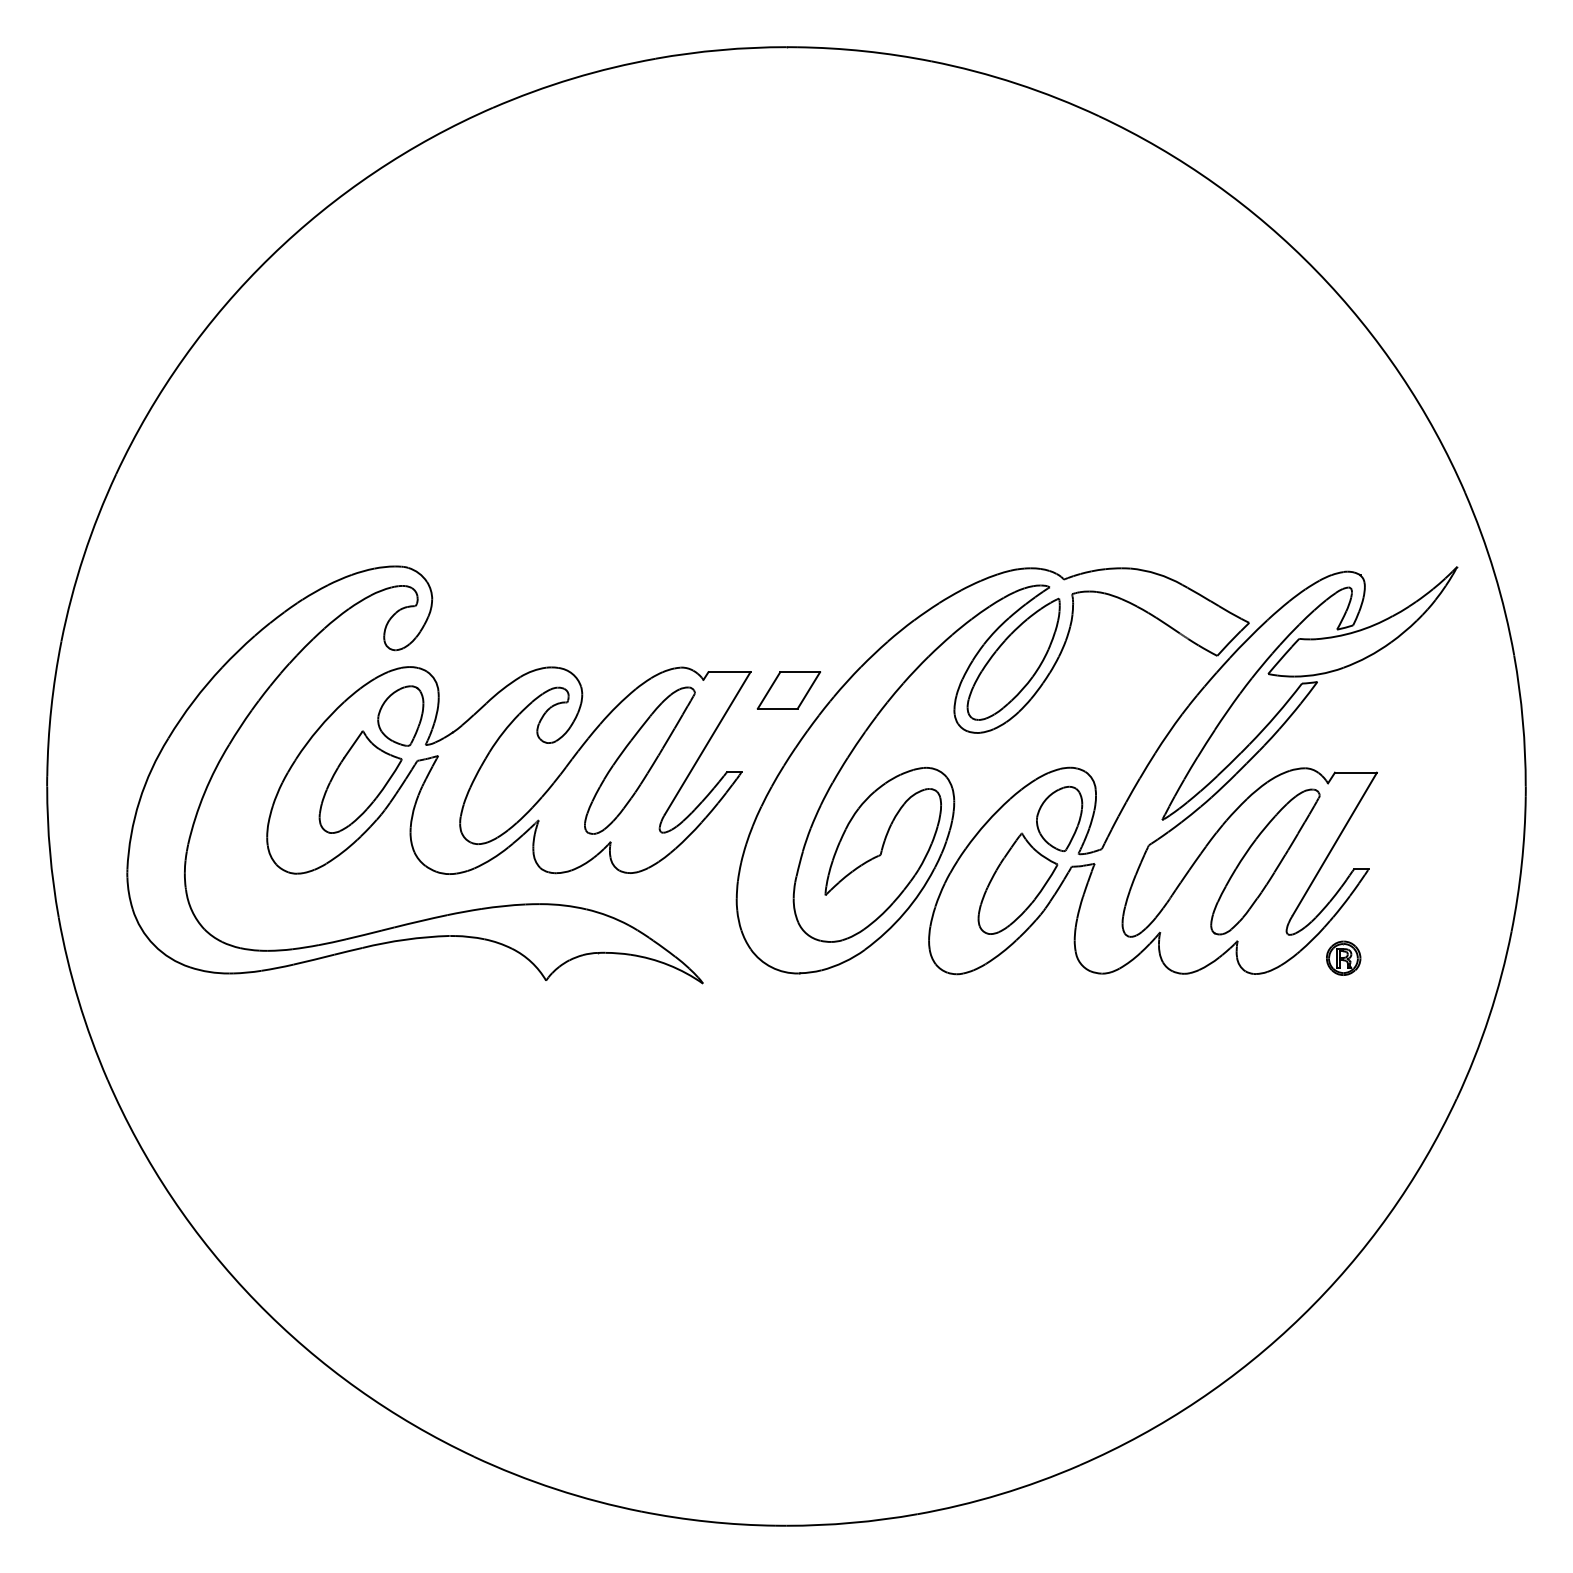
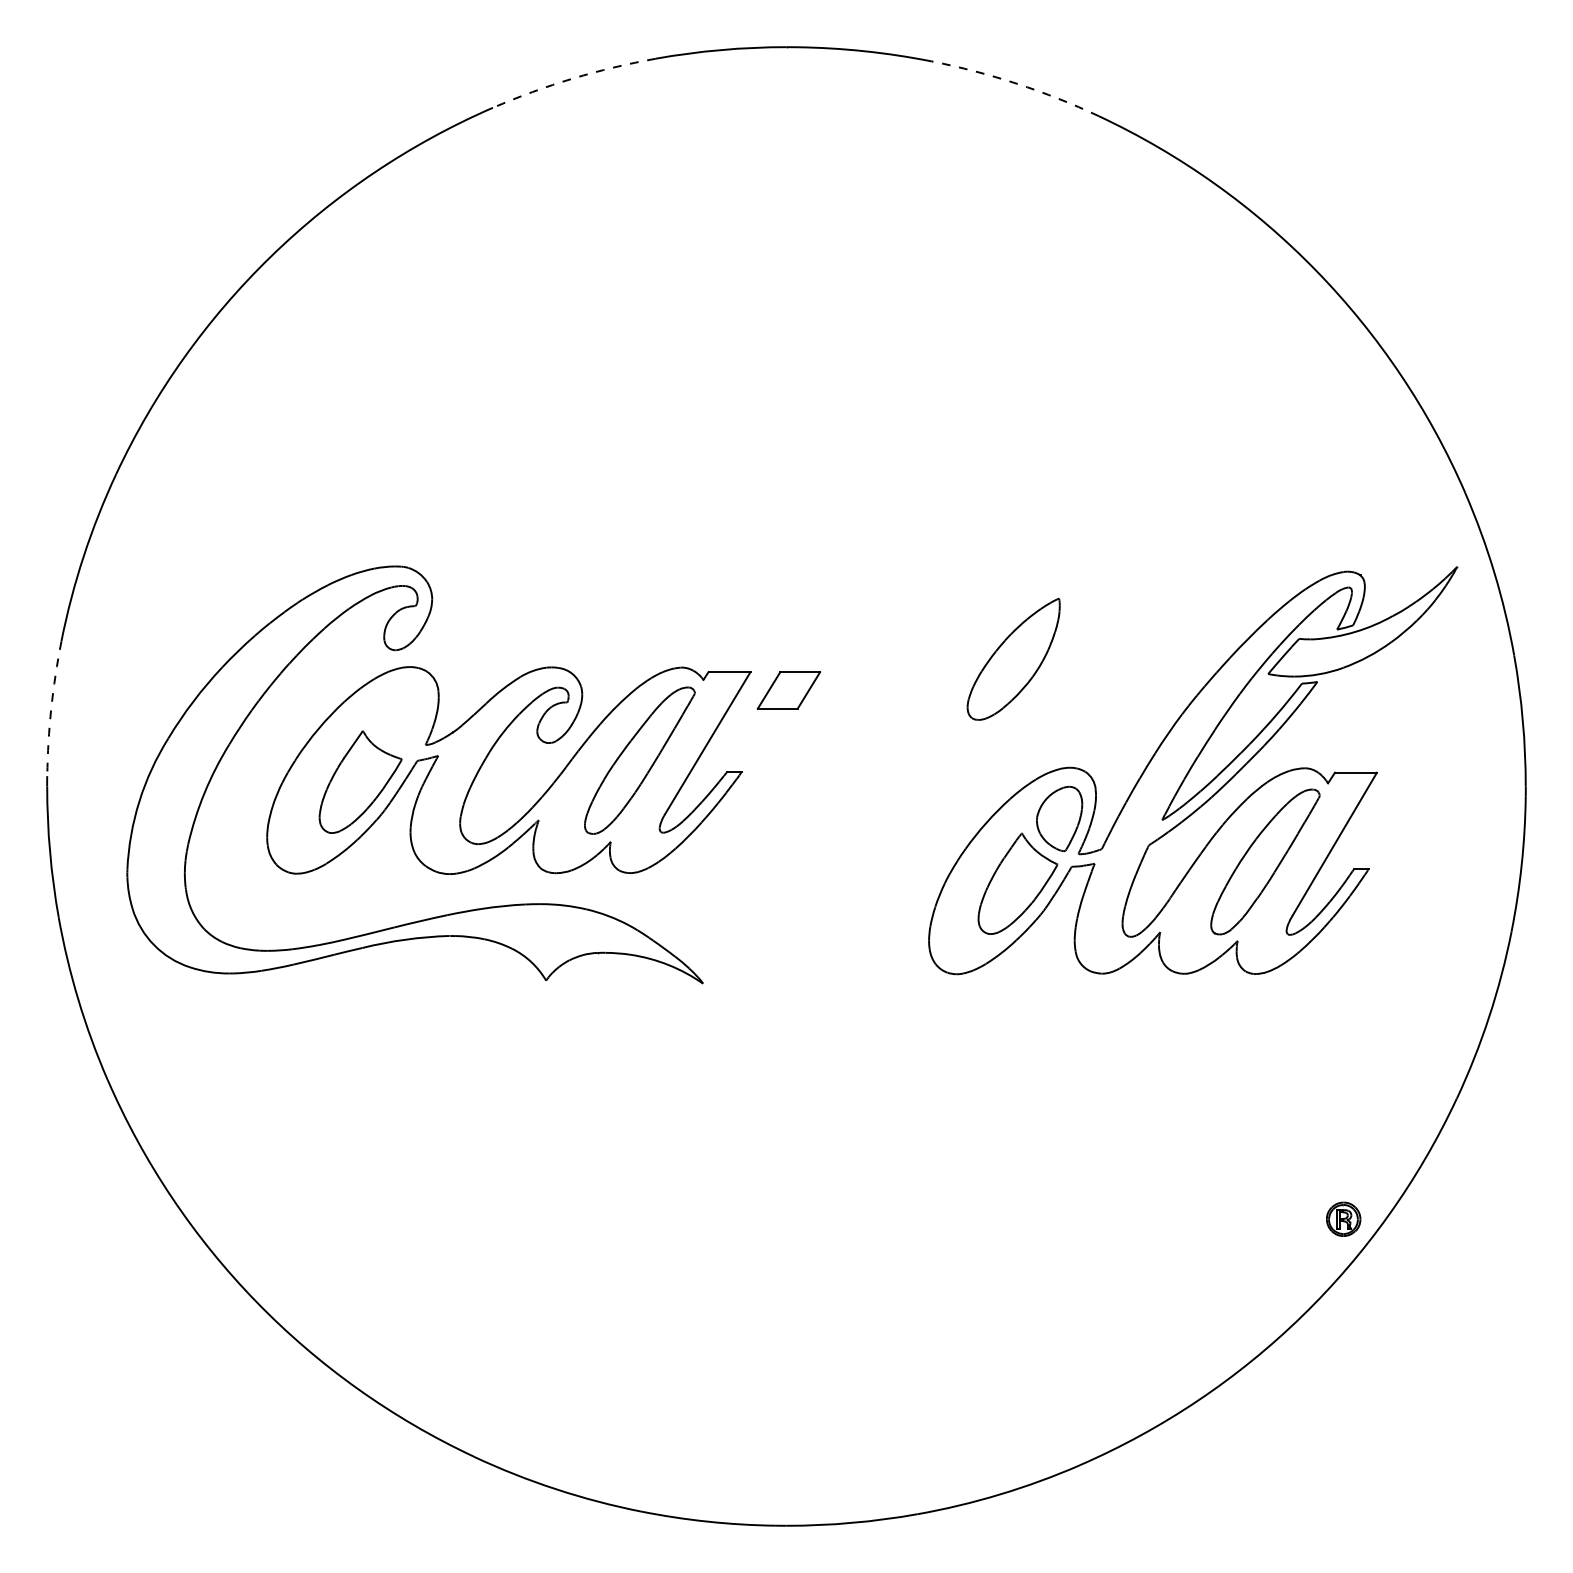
arc at (572, 78): solid -> dashed
arc at (1017, 83): solid -> dashed
arc at (51, 708): solid -> dashed
part at (400, 715): present -> none
part at (984, 733): present -> none
part at (1343, 957) position: (1343, 957) -> (1343, 1218)
